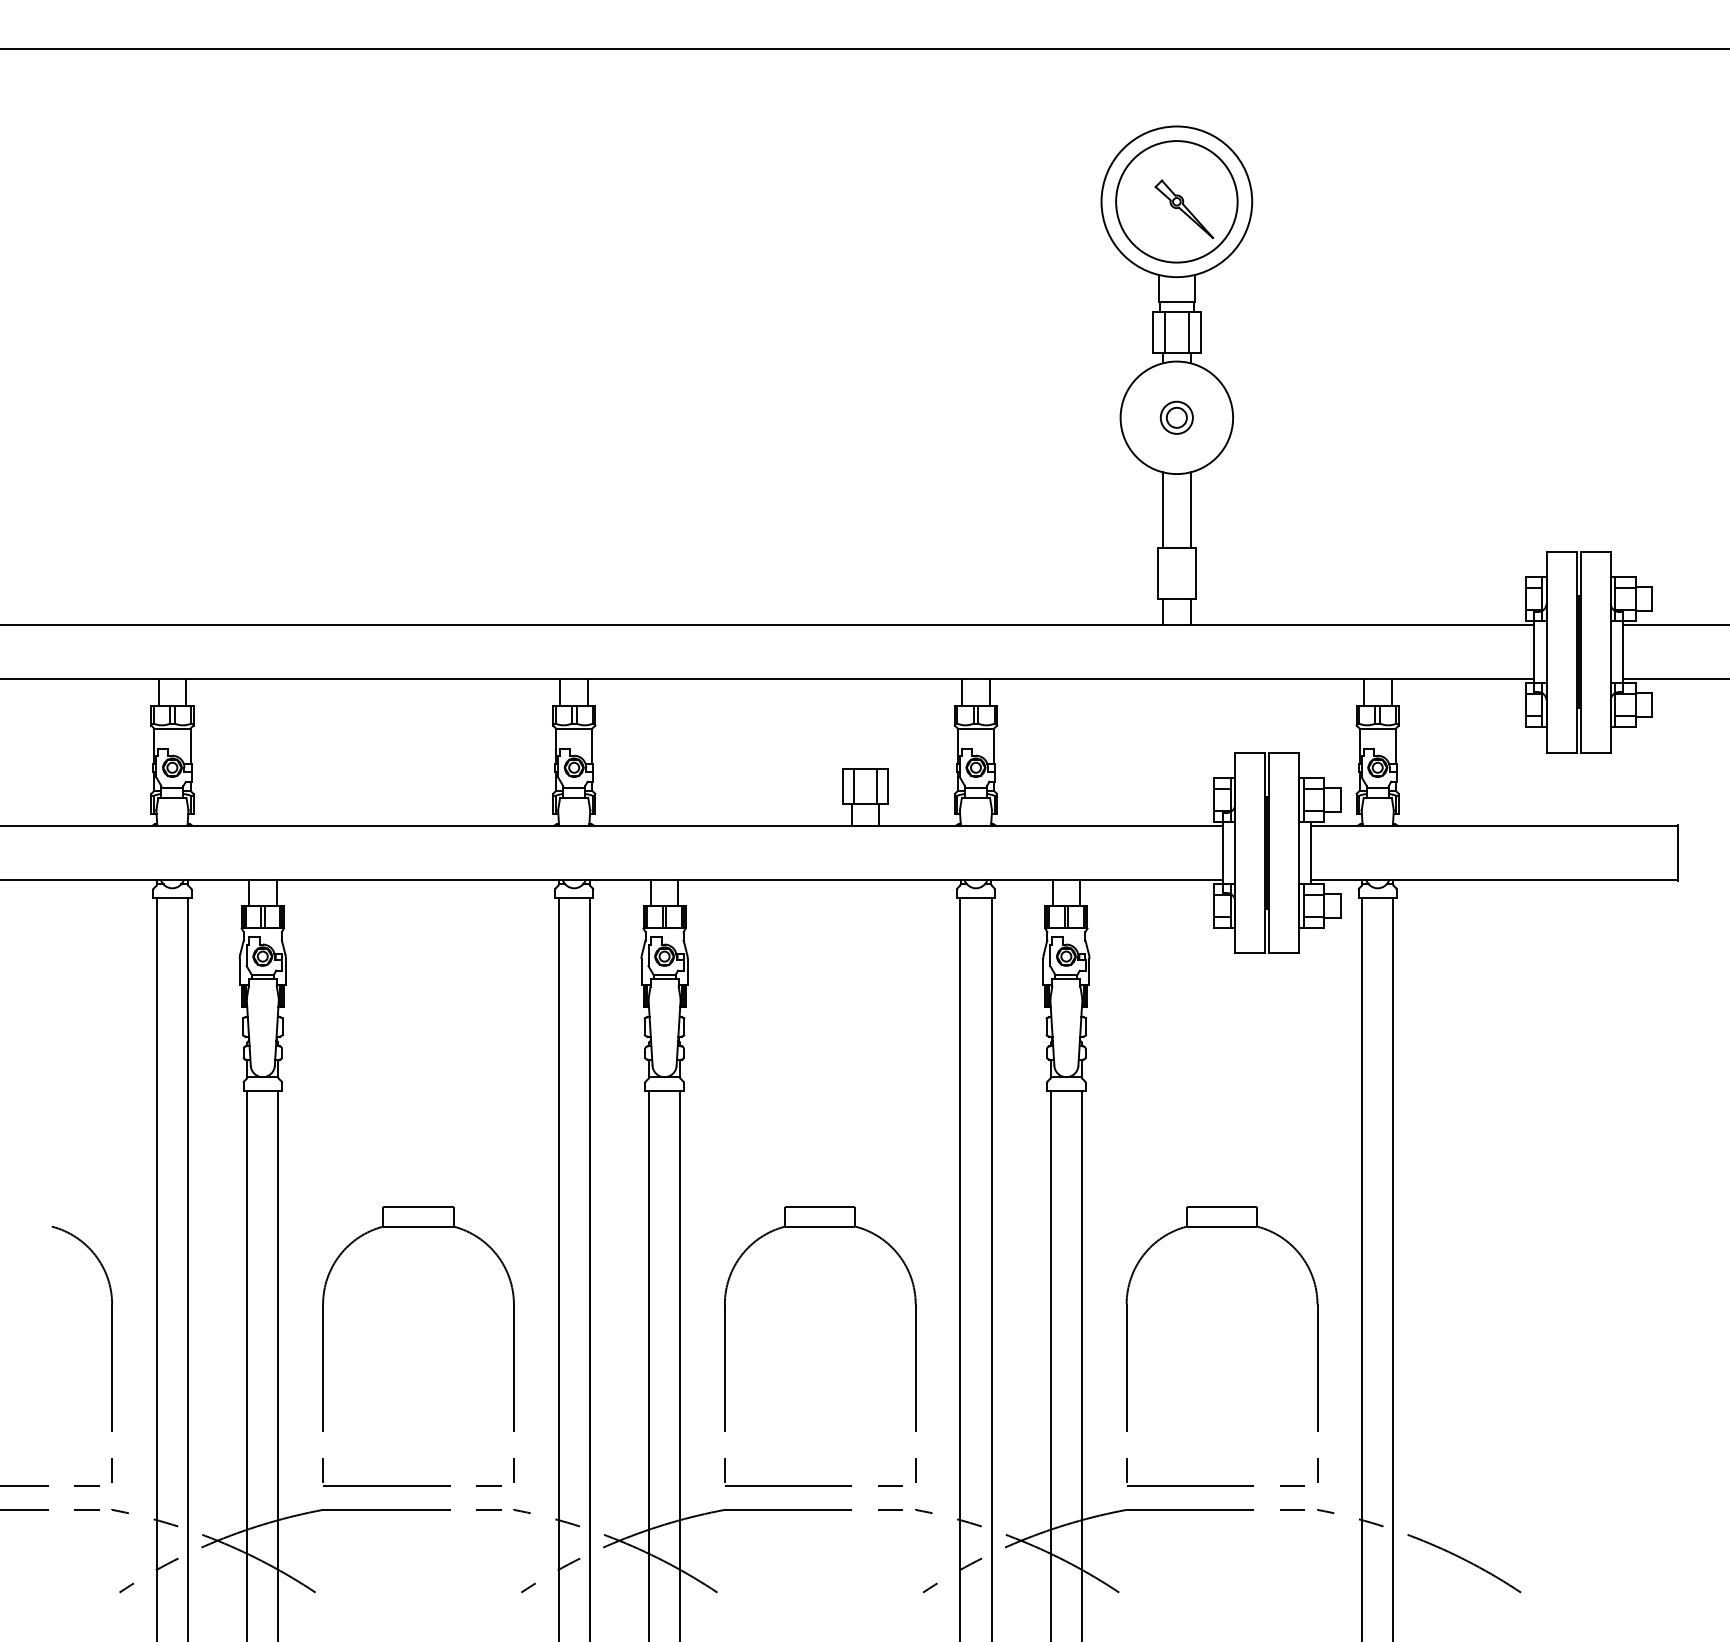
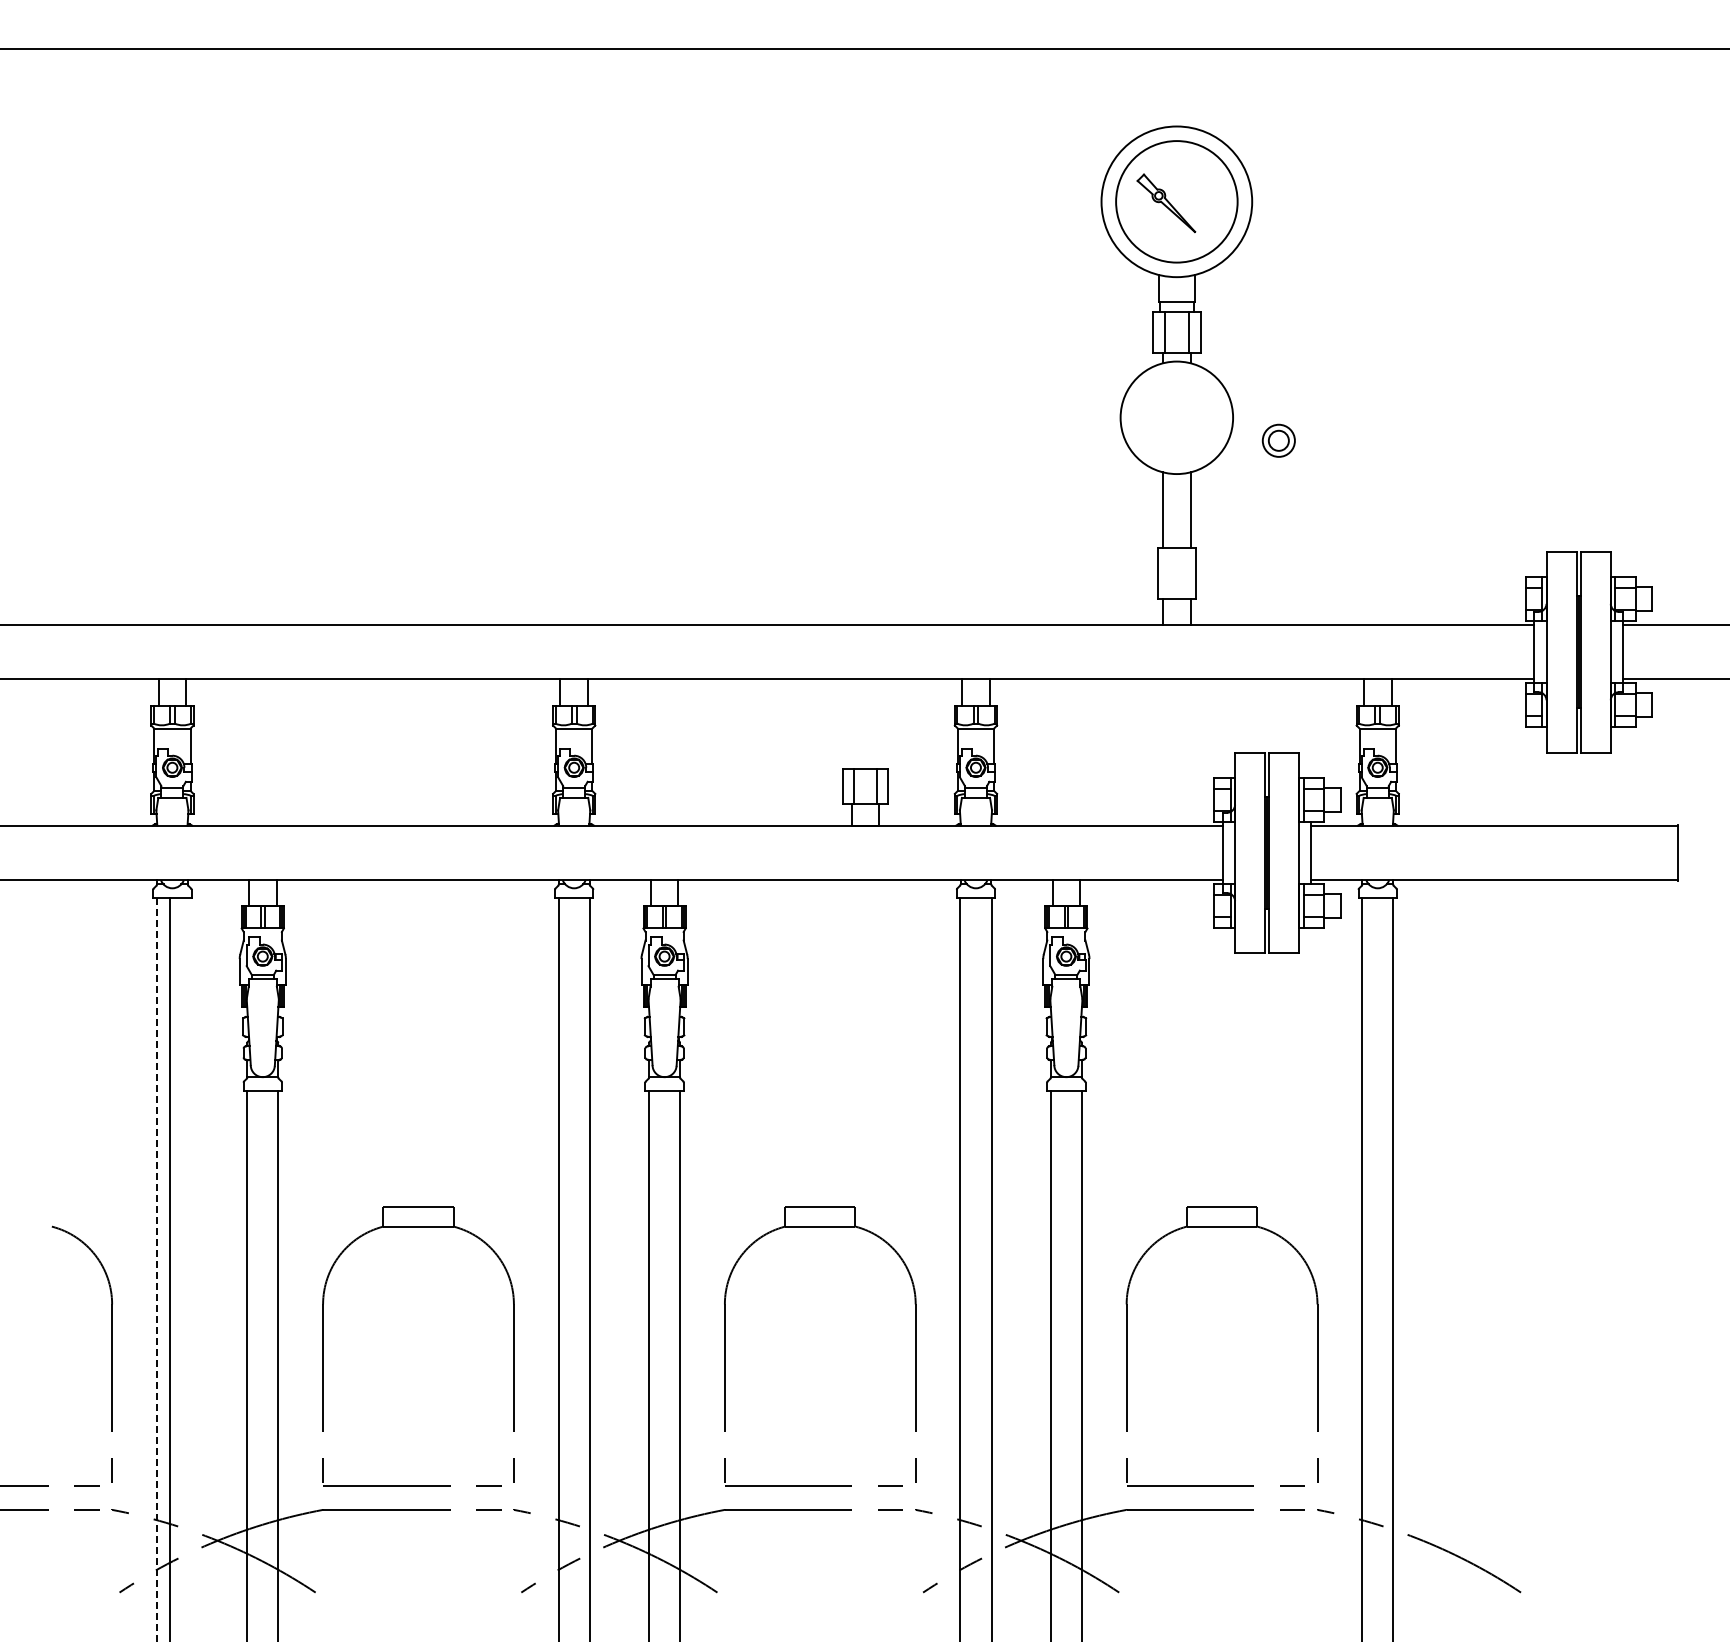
part at (1184, 209) position: (1184, 209) -> (1166, 203)
part at (1176, 417) position: (1176, 417) -> (1278, 440)
line at (187, 1268) position: (187, 1268) -> (169, 1268)
line at (156, 1270): solid -> dashed
